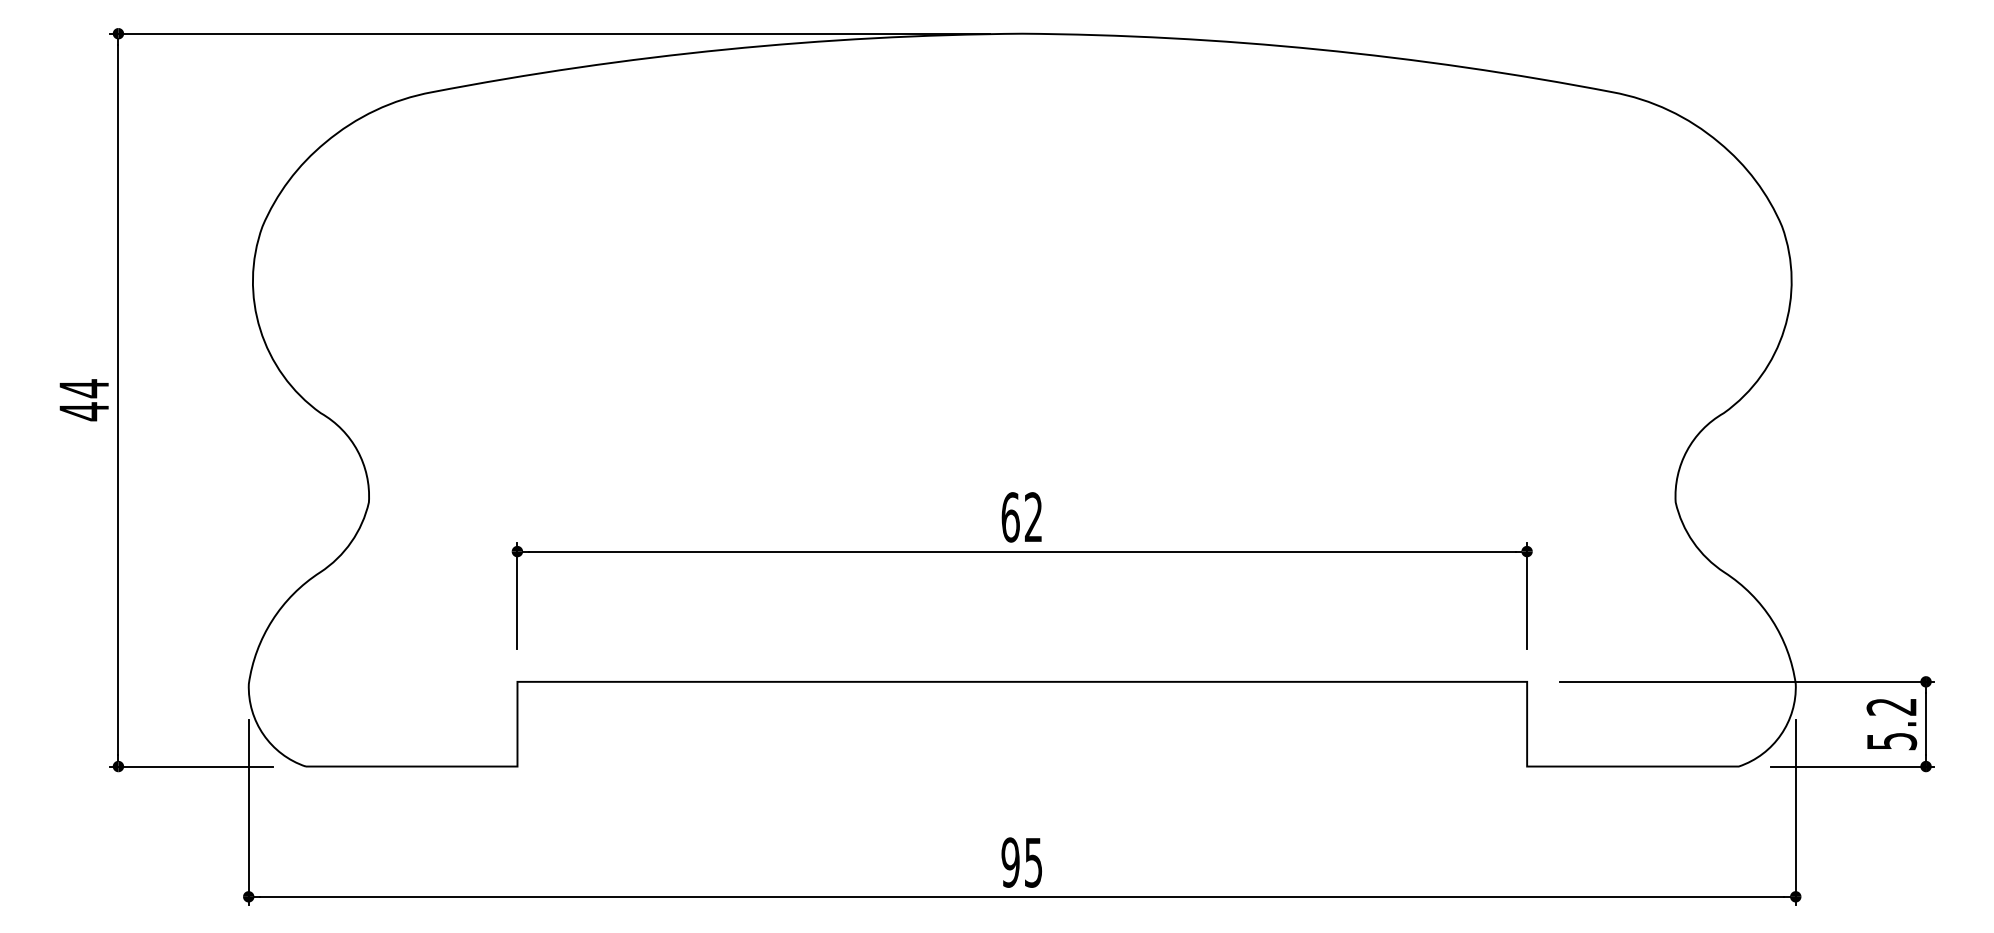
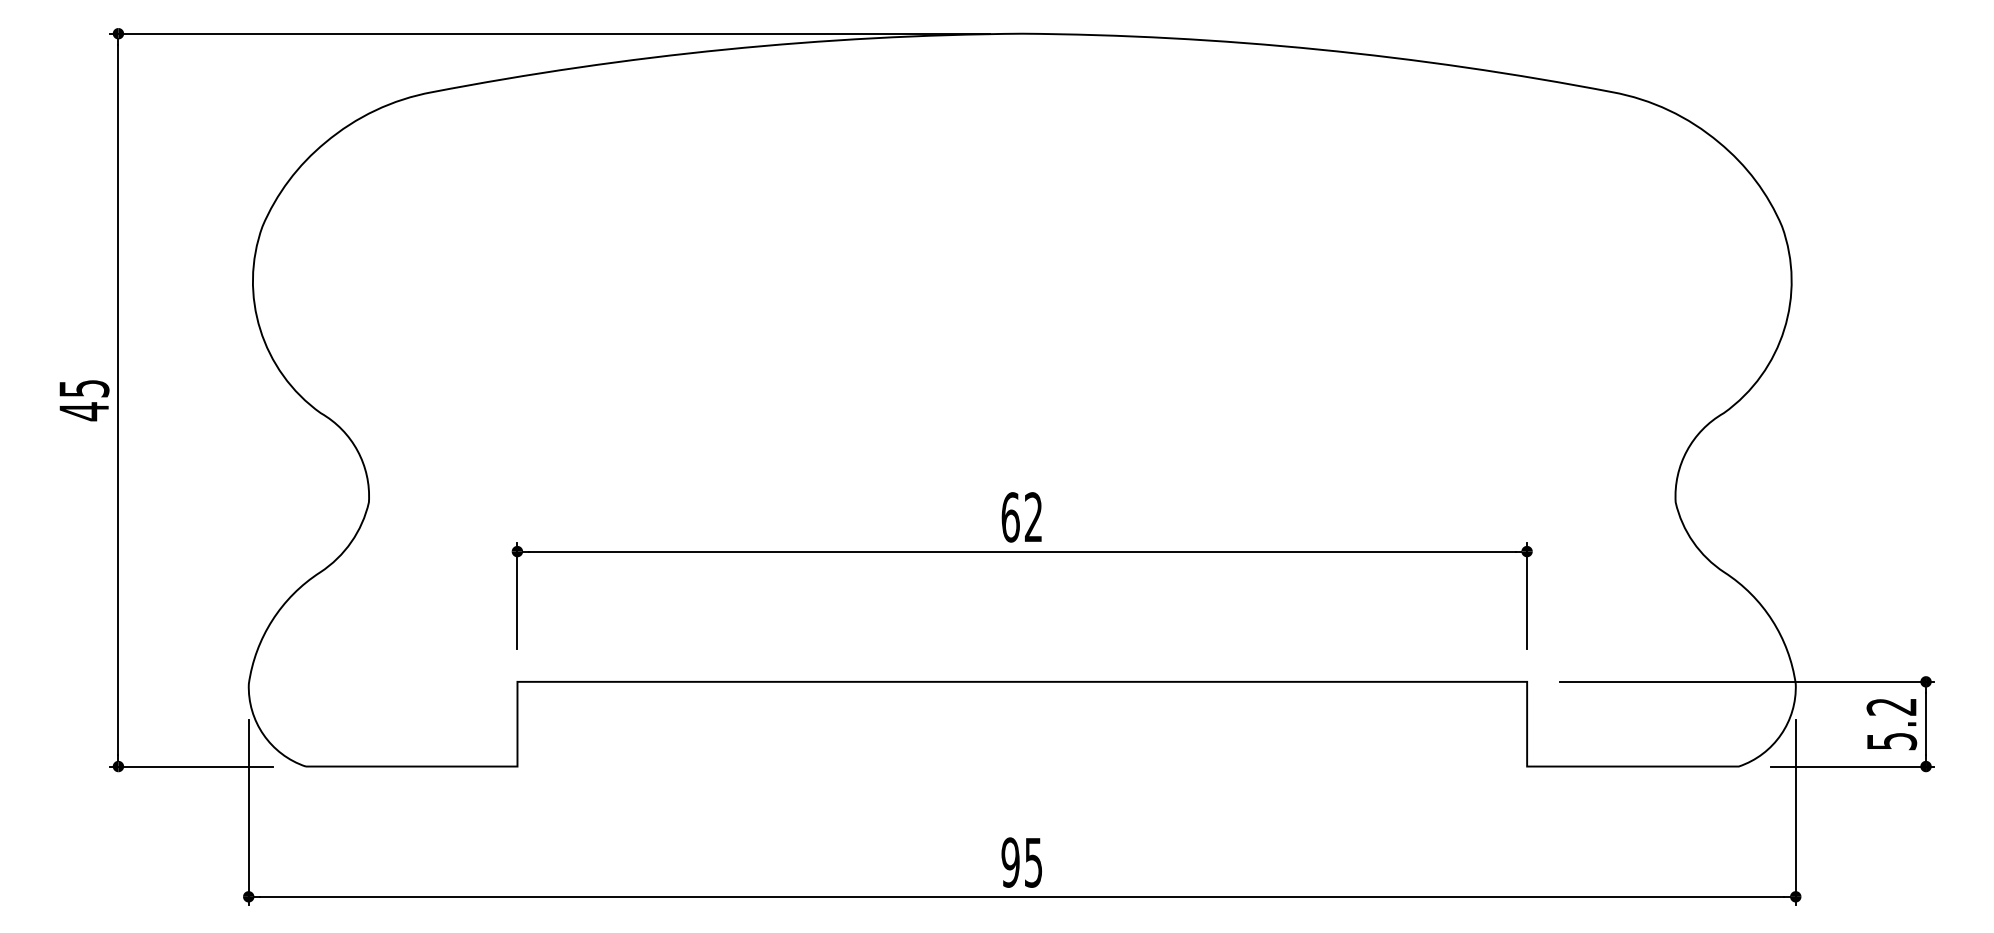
text at (84, 388): 44 -> 45
